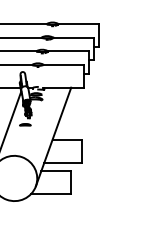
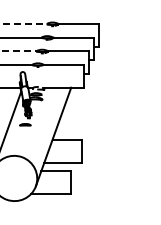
line at (23, 23): solid -> dashed
line at (18, 51): solid -> dashed
